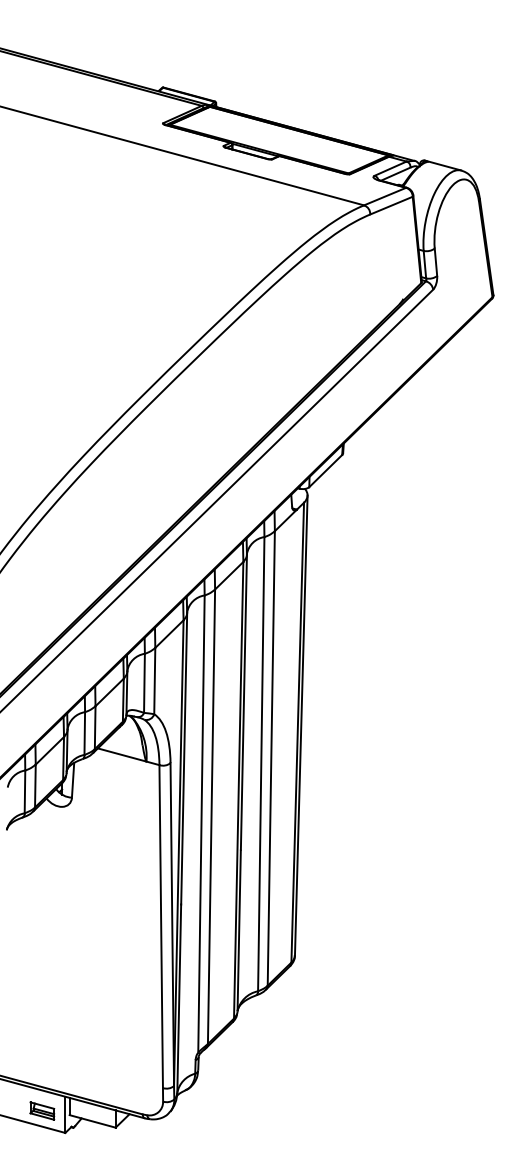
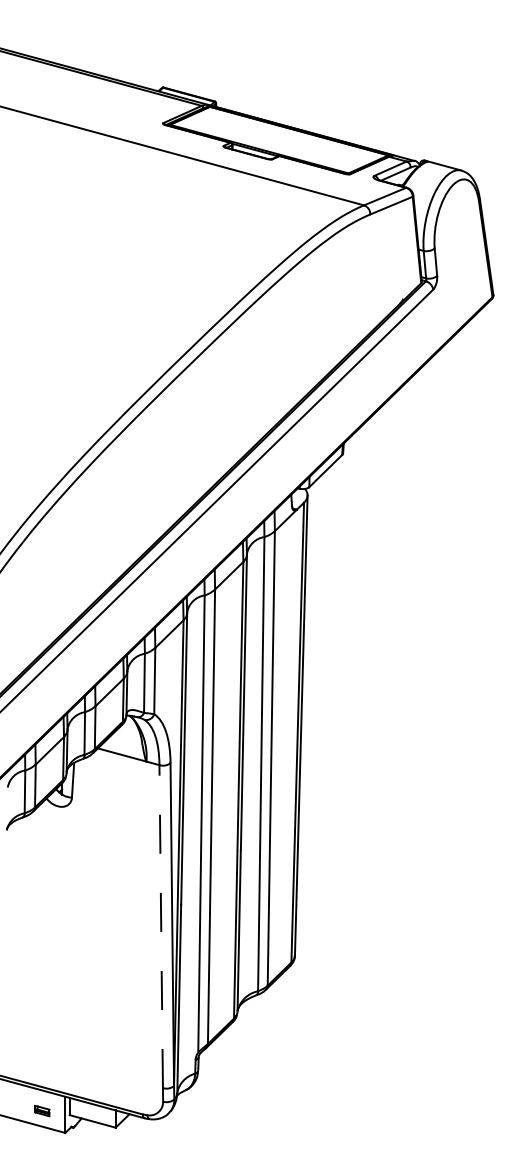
line at (161, 926): solid -> dashed
part at (42, 1110) size: 27x20 px -> 17x14 px
